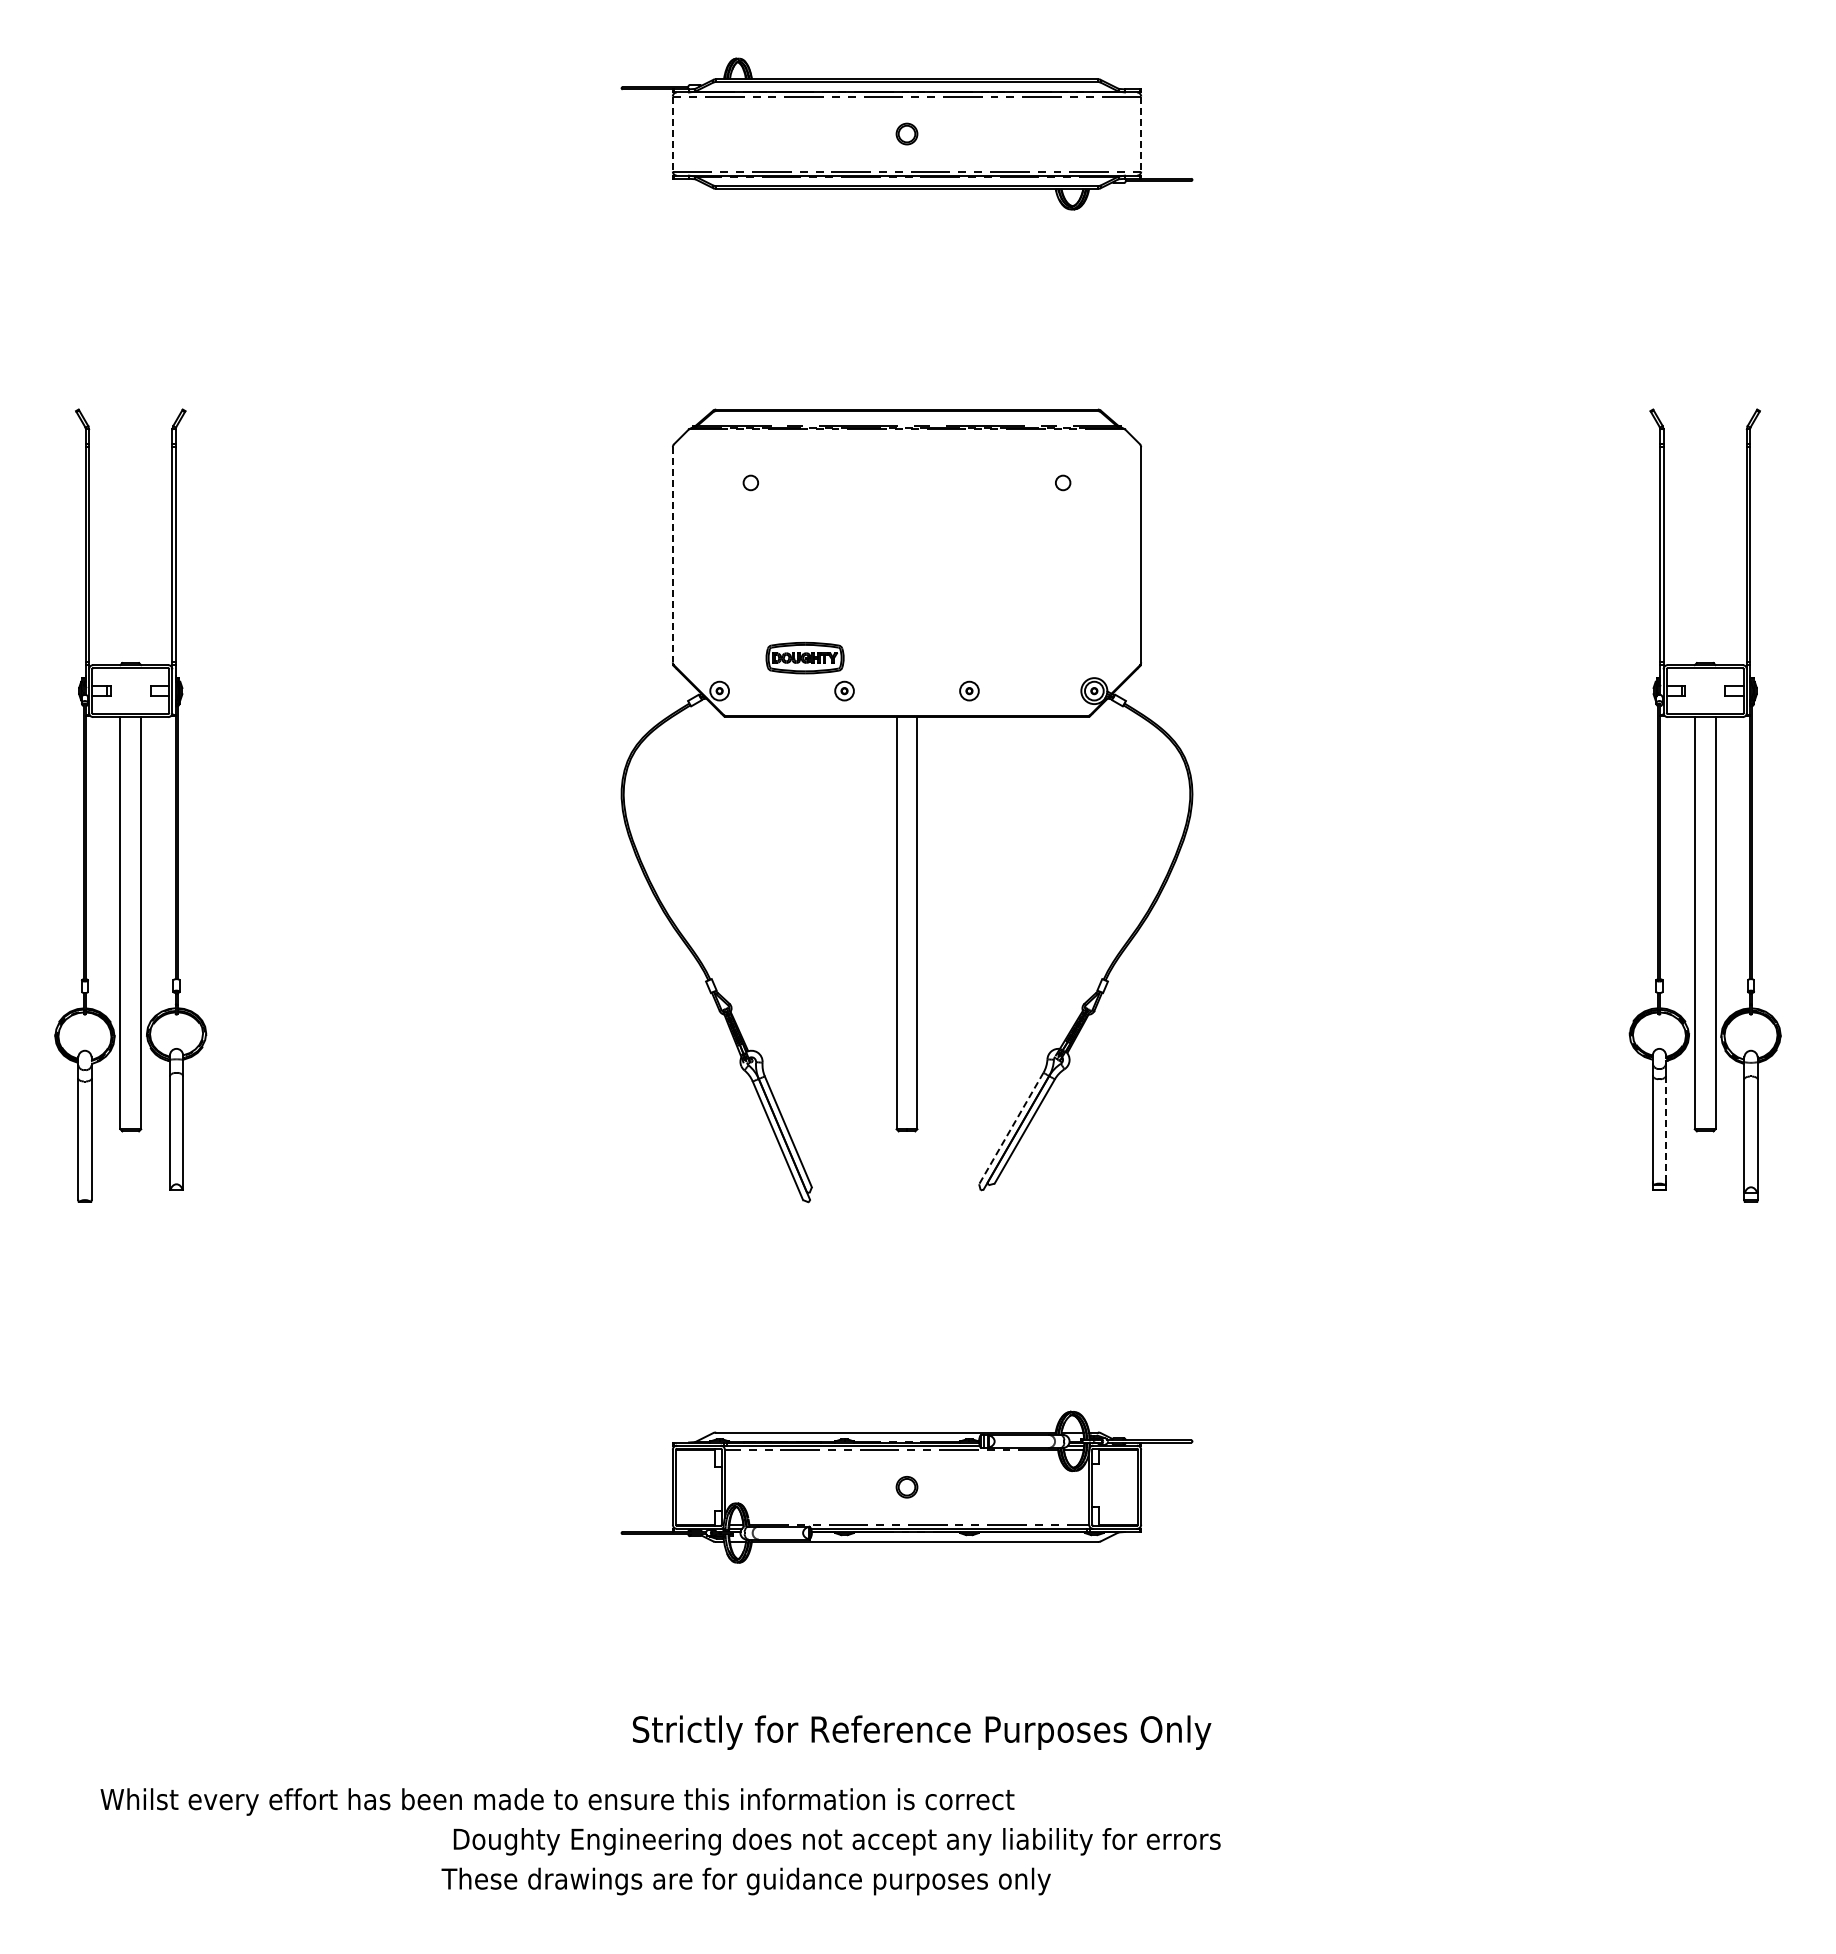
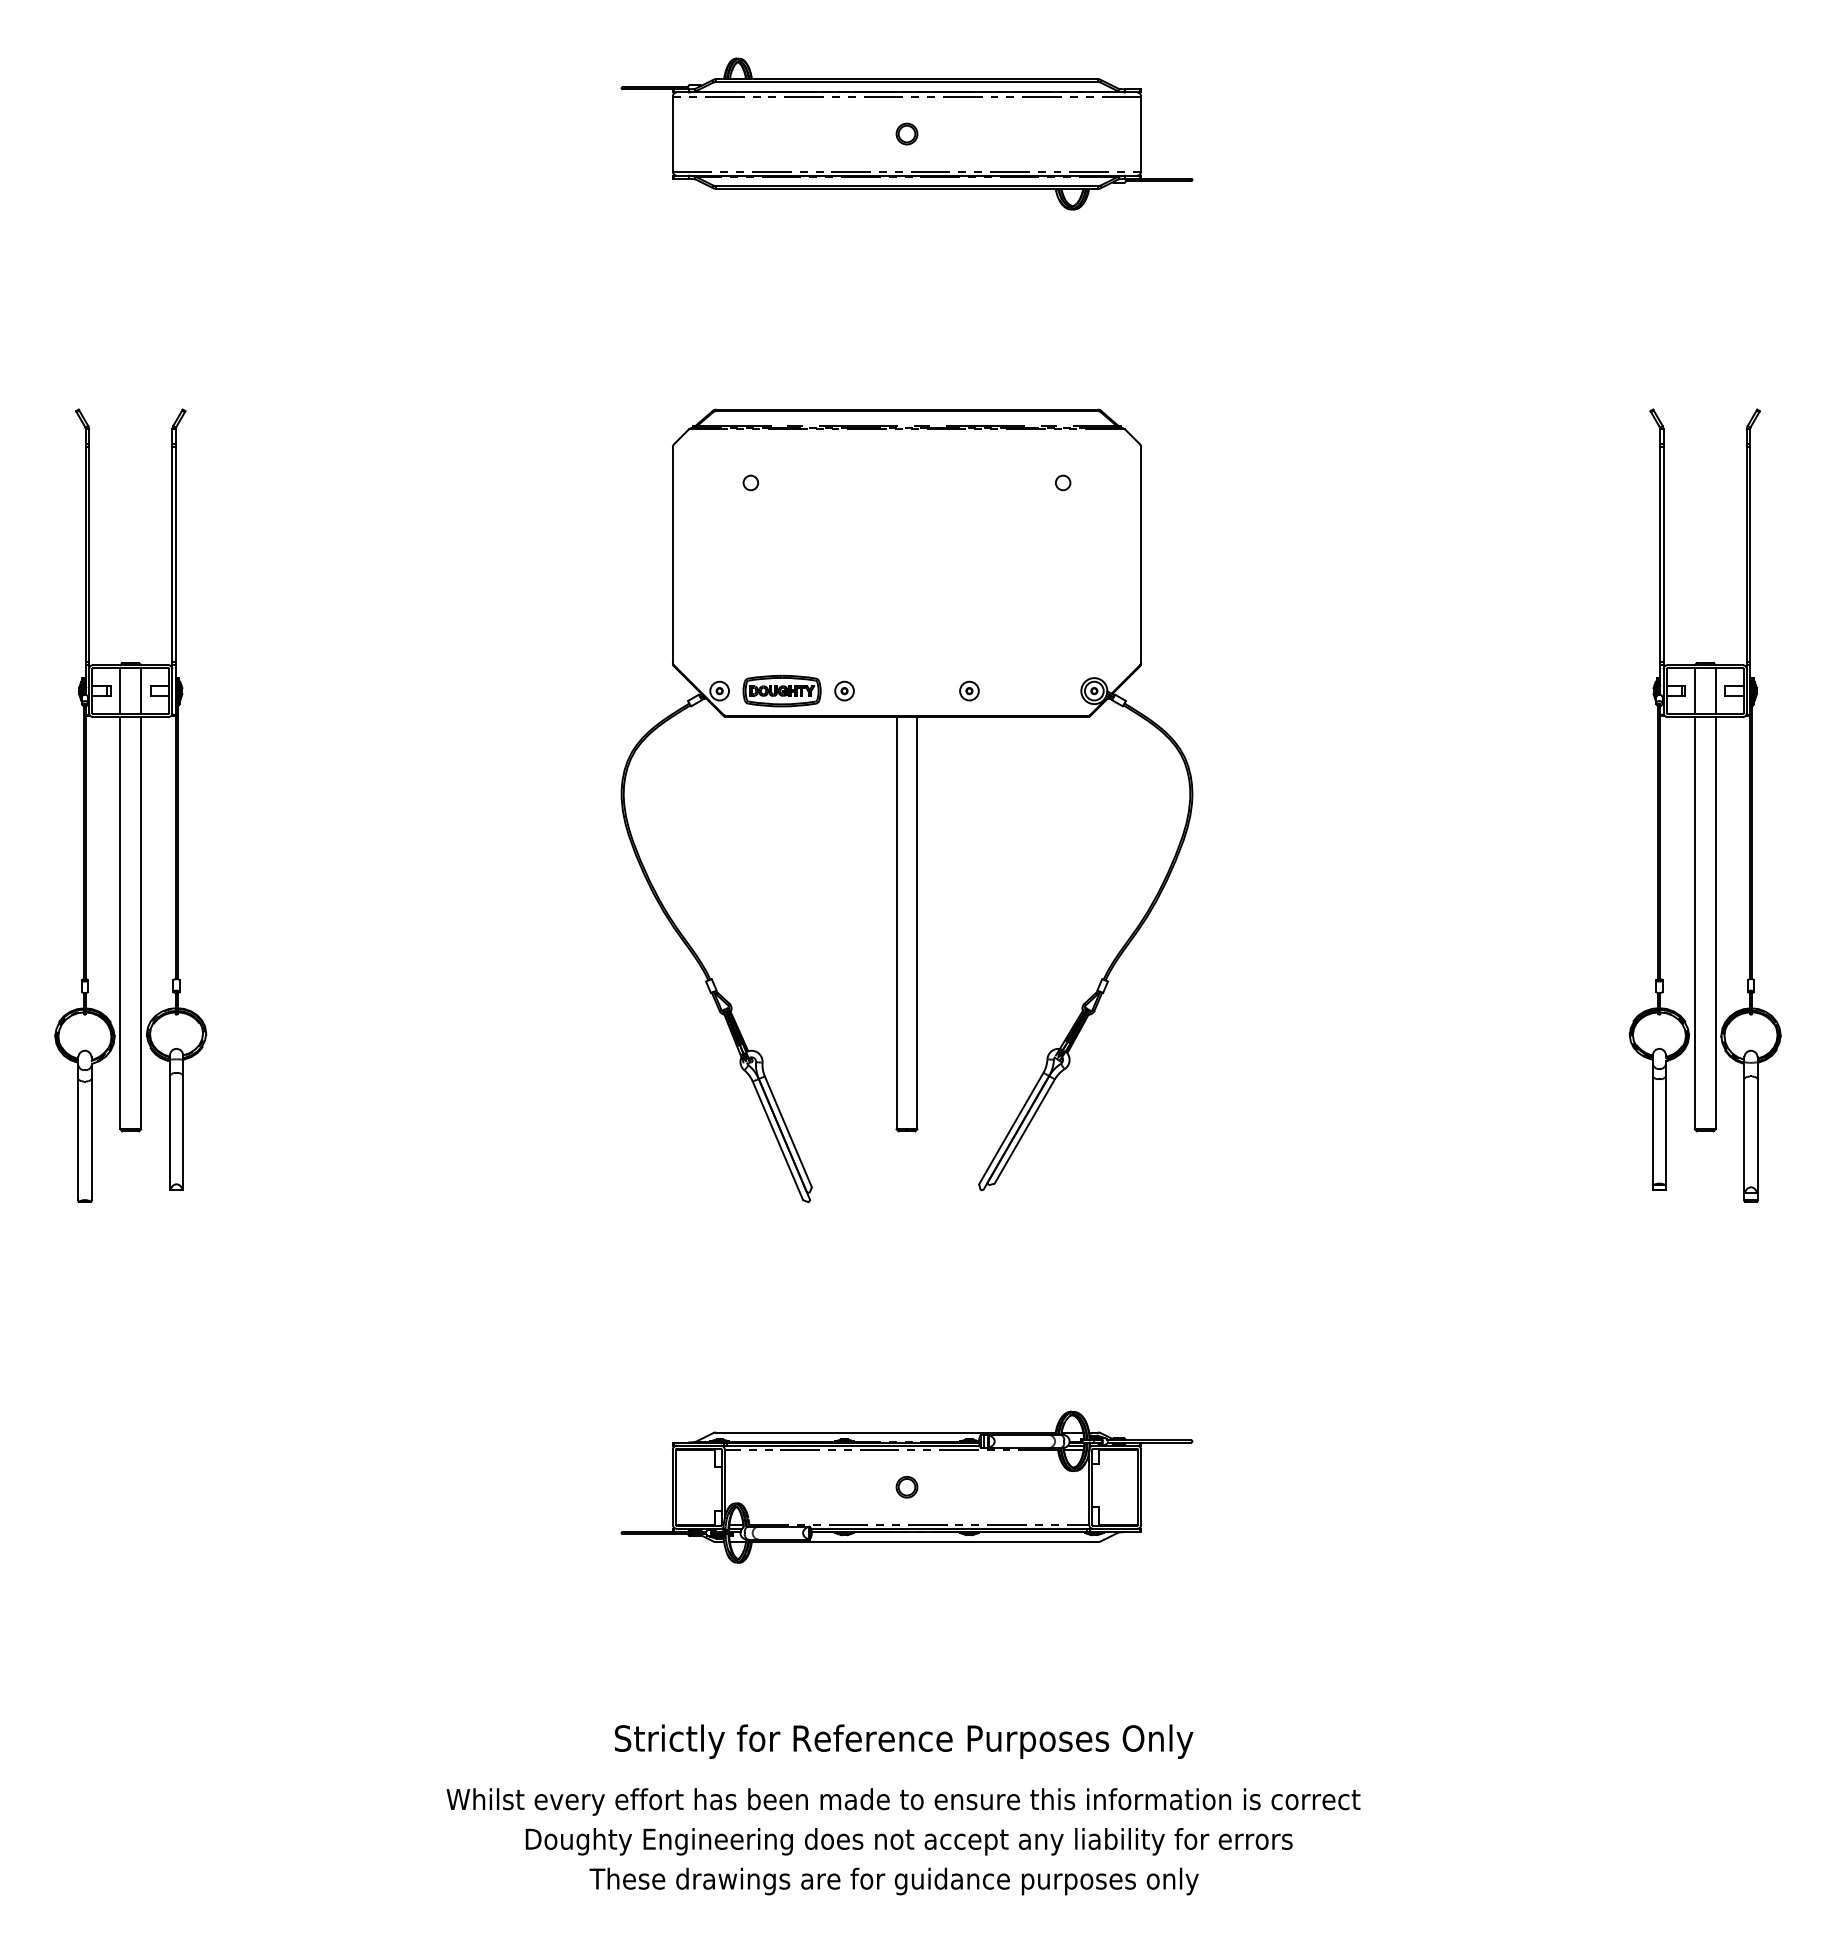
line at (672, 134): dashed -> solid
line at (1141, 134): dashed -> solid
line at (672, 554): dashed -> solid
part at (804, 657) position: (804, 657) -> (781, 690)
line at (120, 691): none -> present
line at (141, 691): none -> present
line at (1694, 691): none -> present
line at (1715, 691): none -> present
line at (1011, 1128): dashed -> solid
line at (1665, 1129): dashed -> solid
text at (922, 1732) position: (922, 1732) -> (904, 1741)
text at (557, 1801) position: (557, 1801) -> (903, 1801)
text at (836, 1841) position: (836, 1841) -> (908, 1841)
text at (745, 1881) position: (745, 1881) -> (893, 1881)
